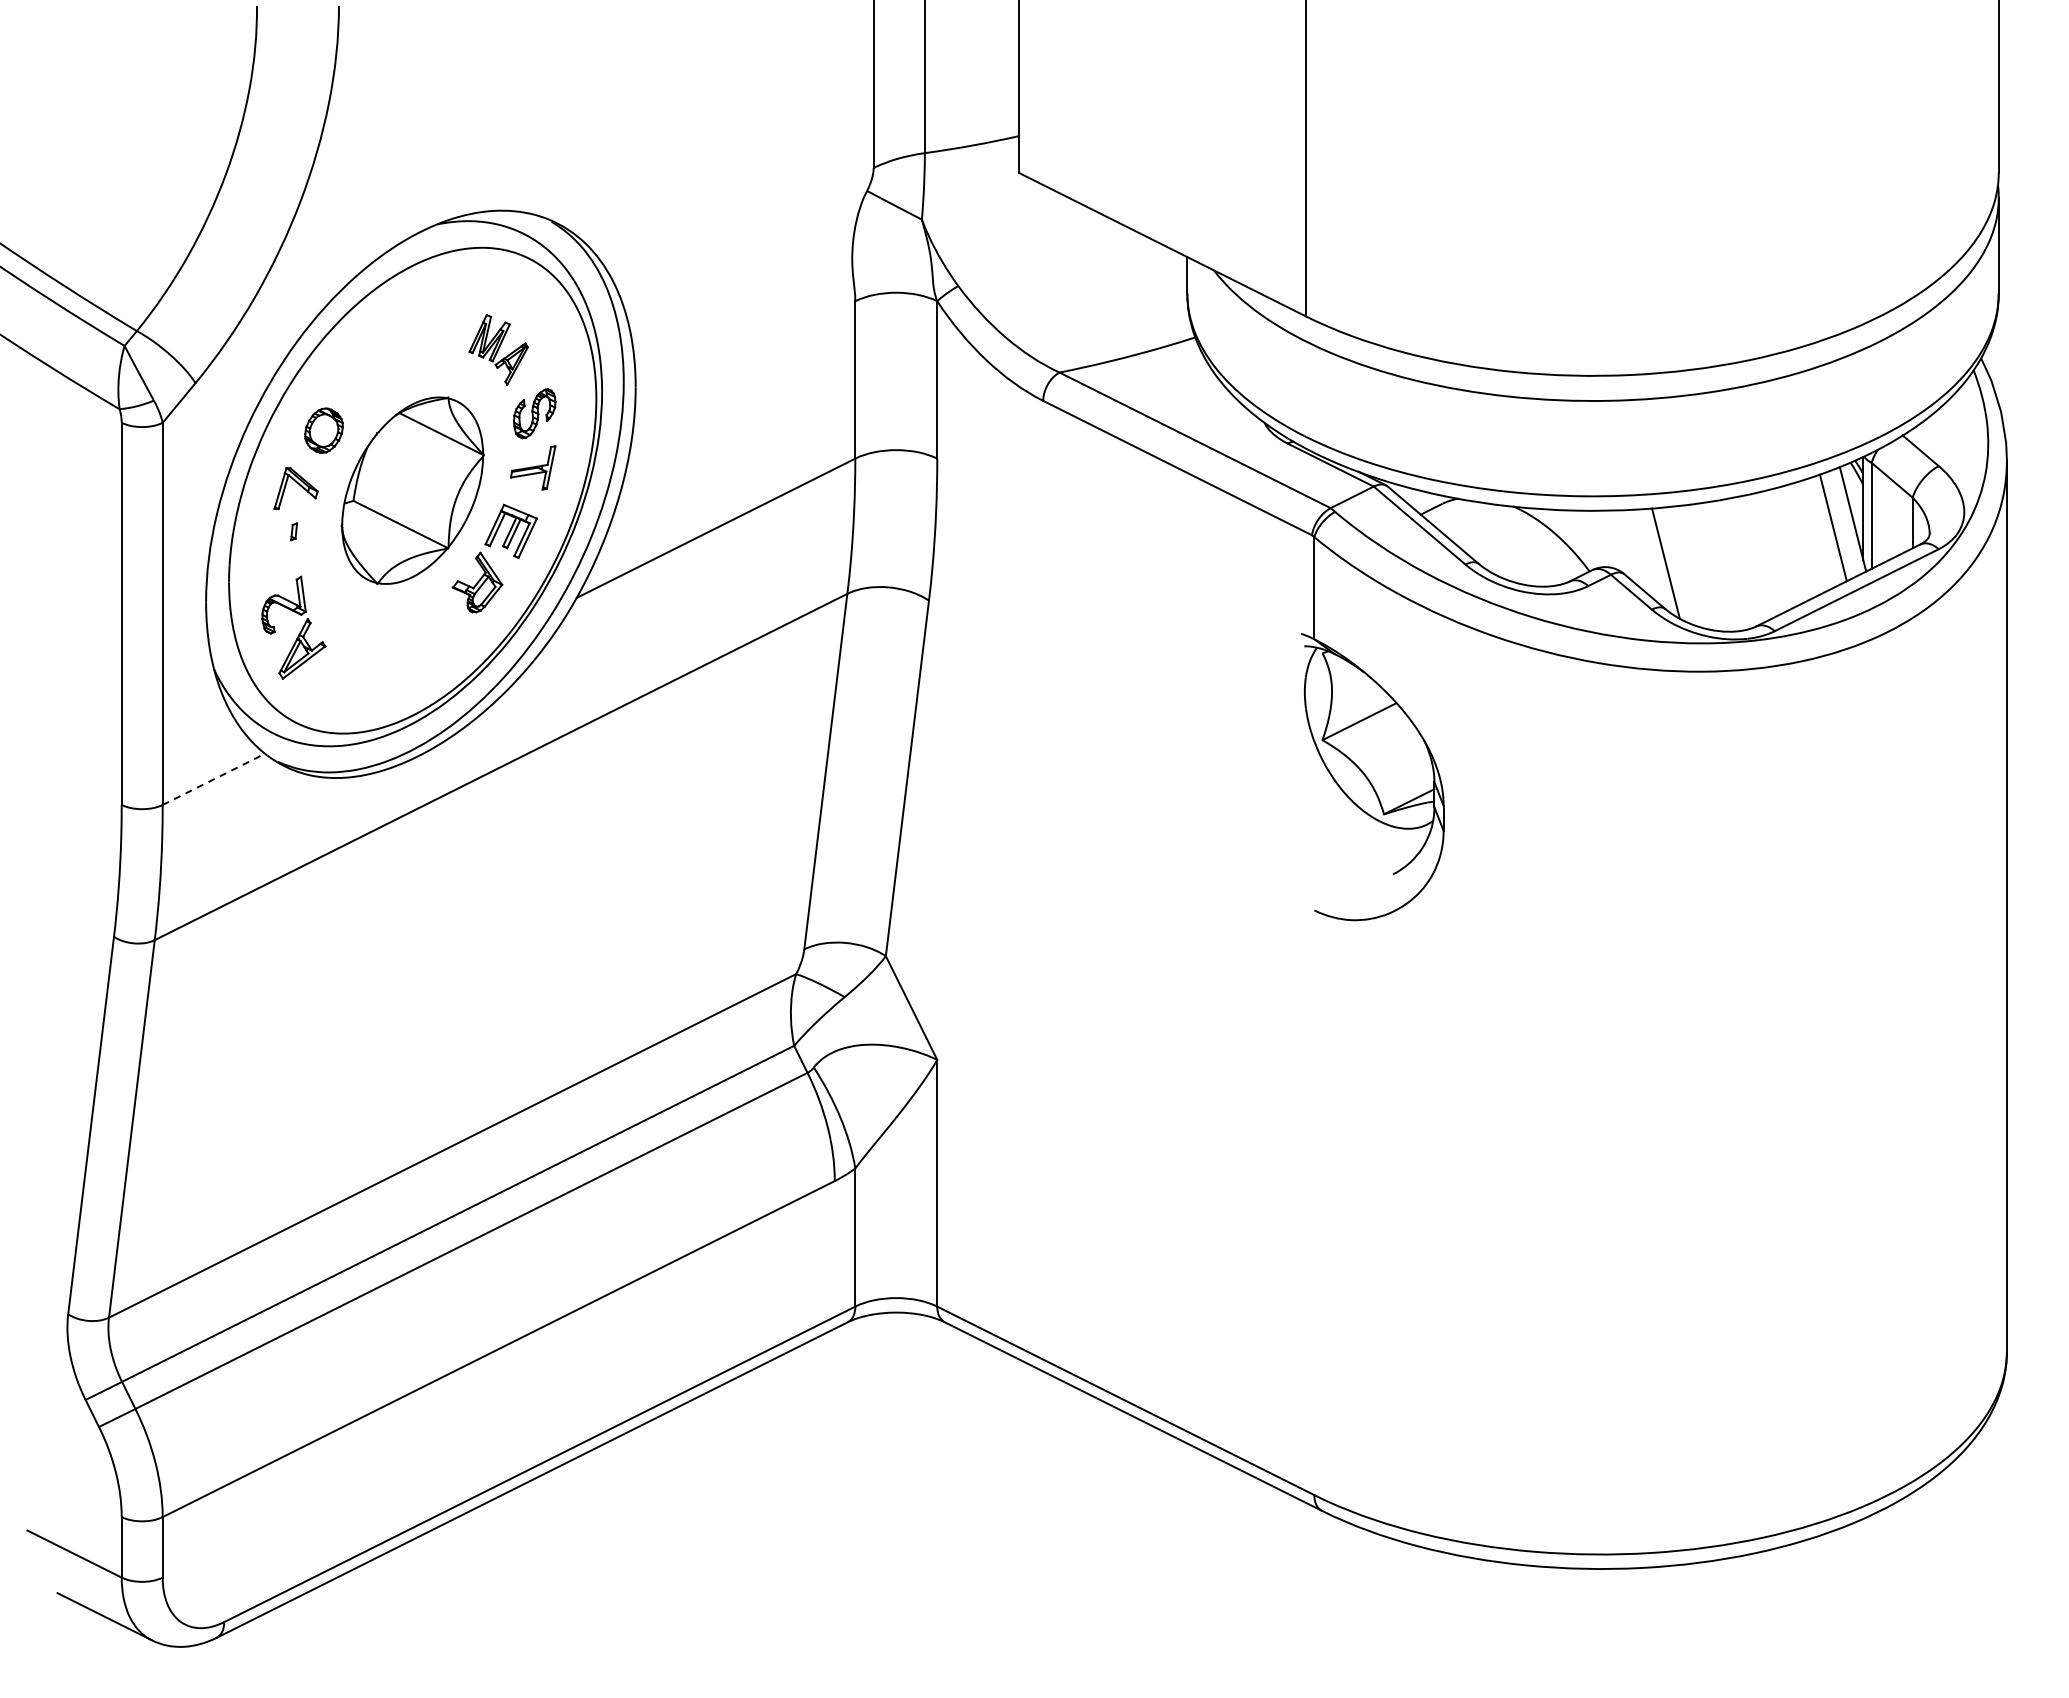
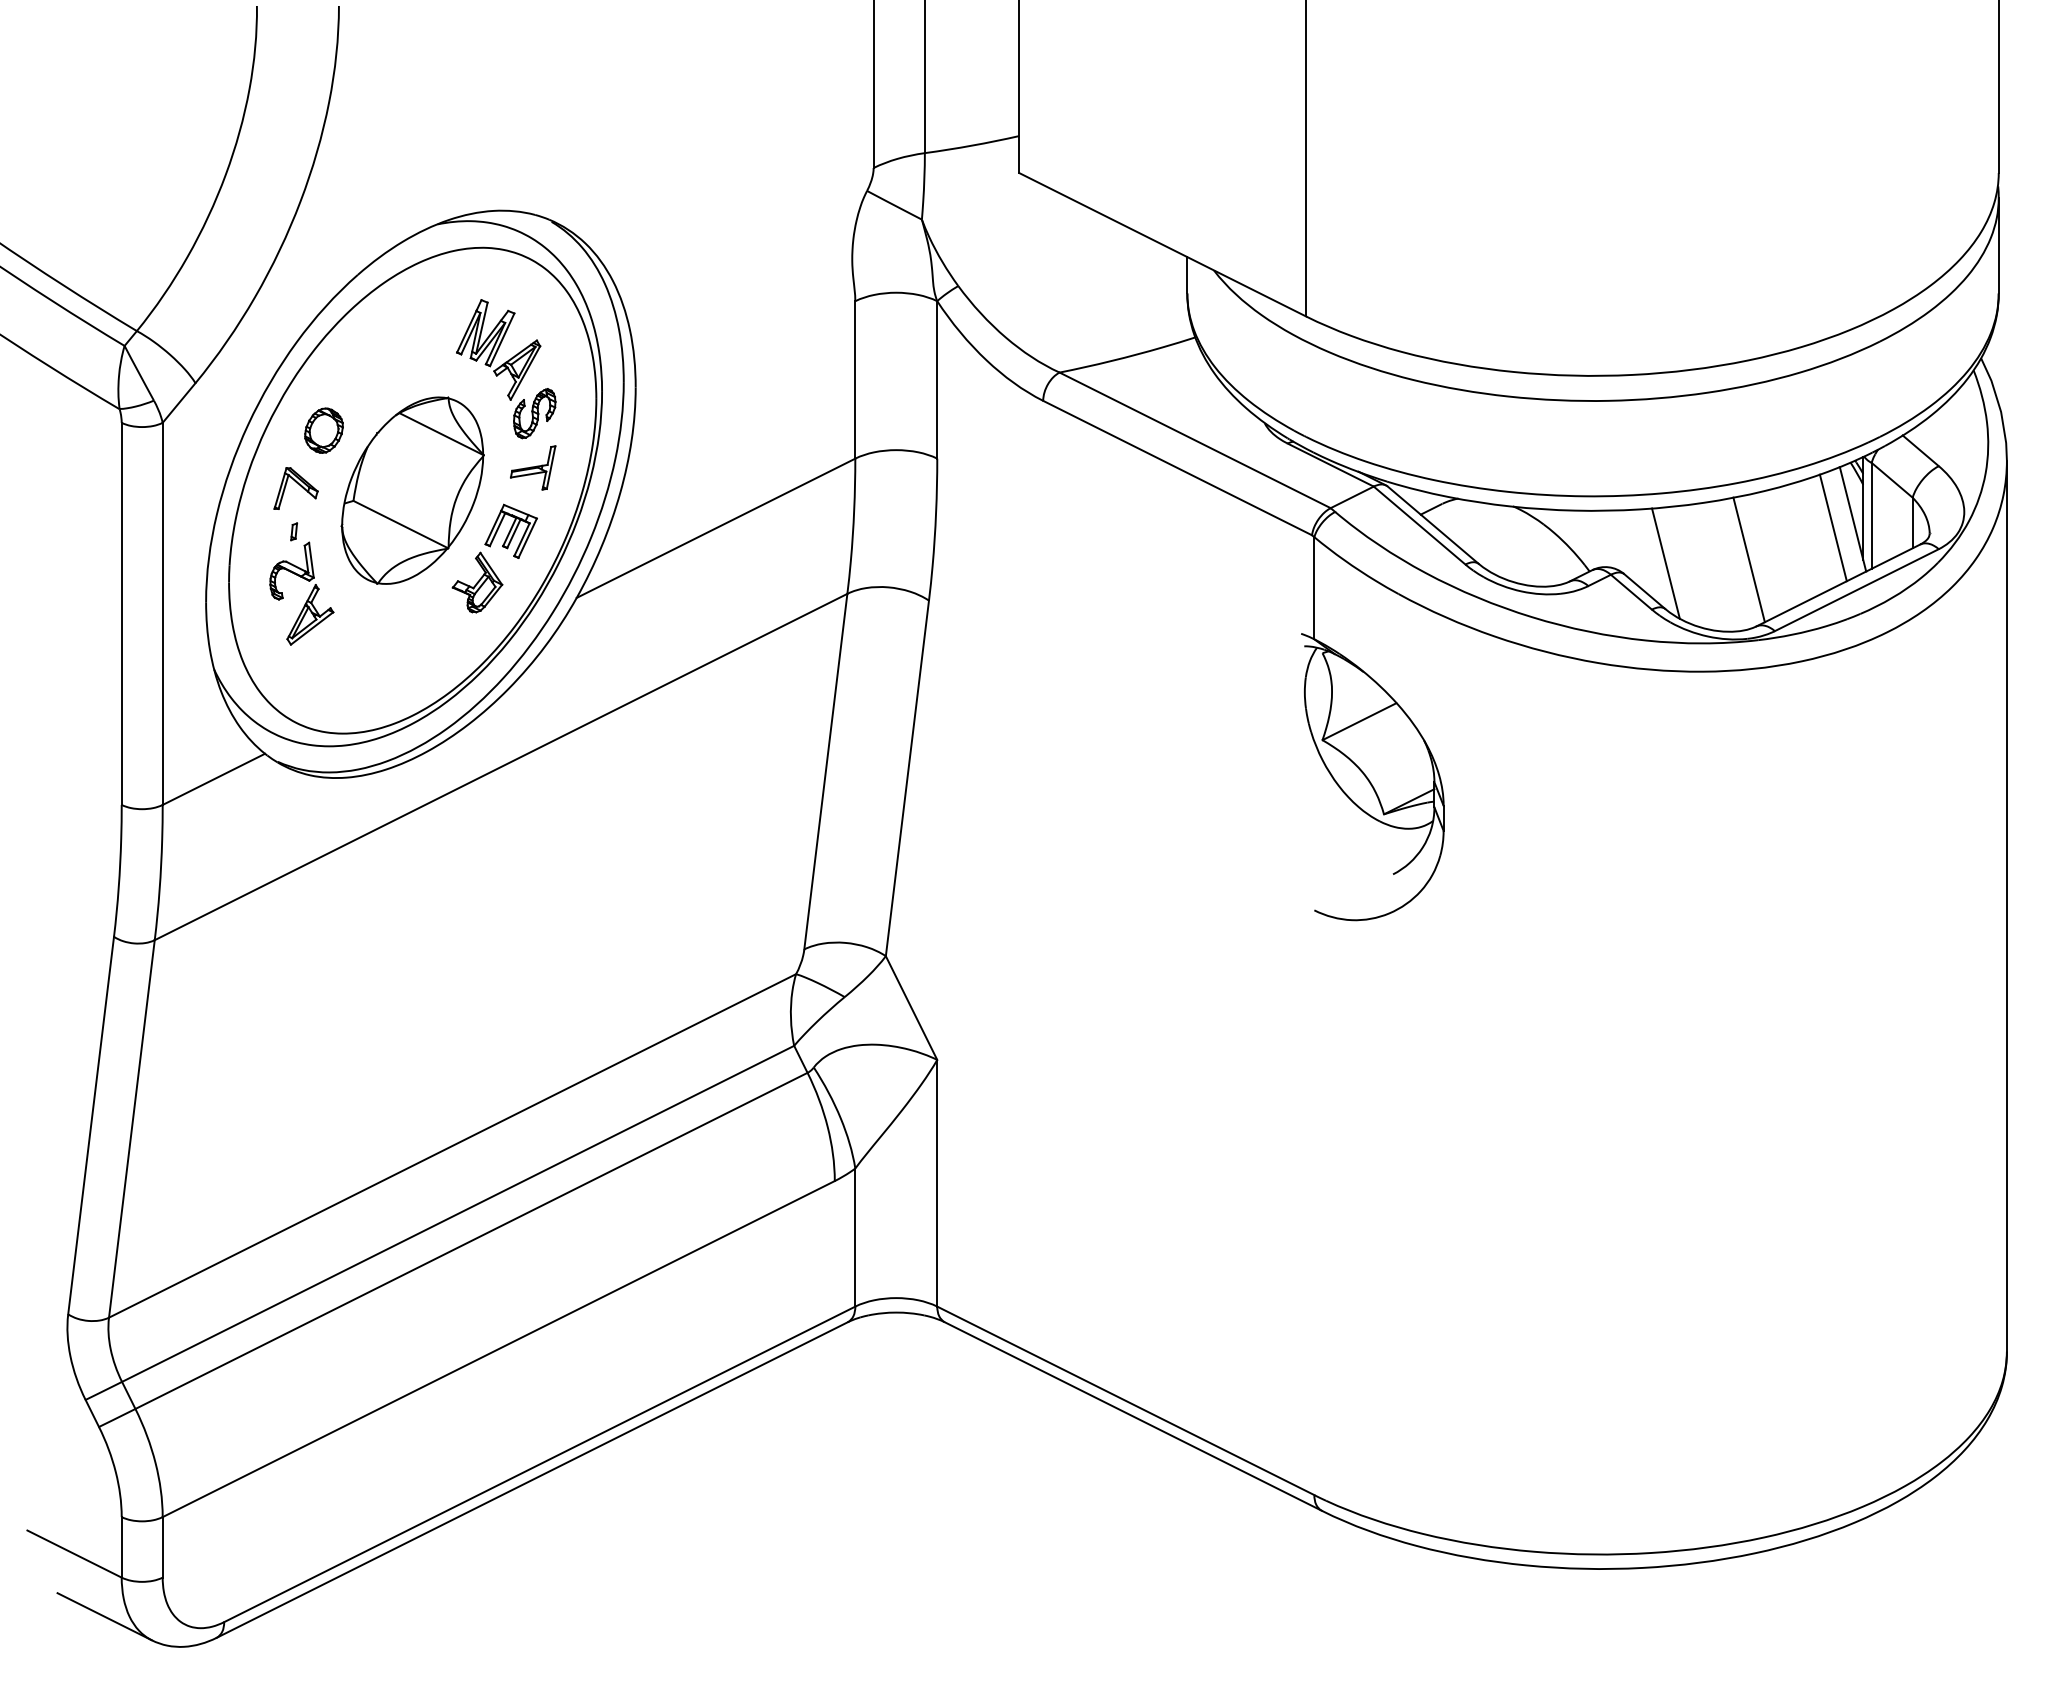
part at (498, 349) size: 61x72 px -> 86x102 px
line at (1748, 559): none -> present
part at (300, 630) position: (300, 630) -> (308, 596)
line at (214, 779): dashed -> solid
